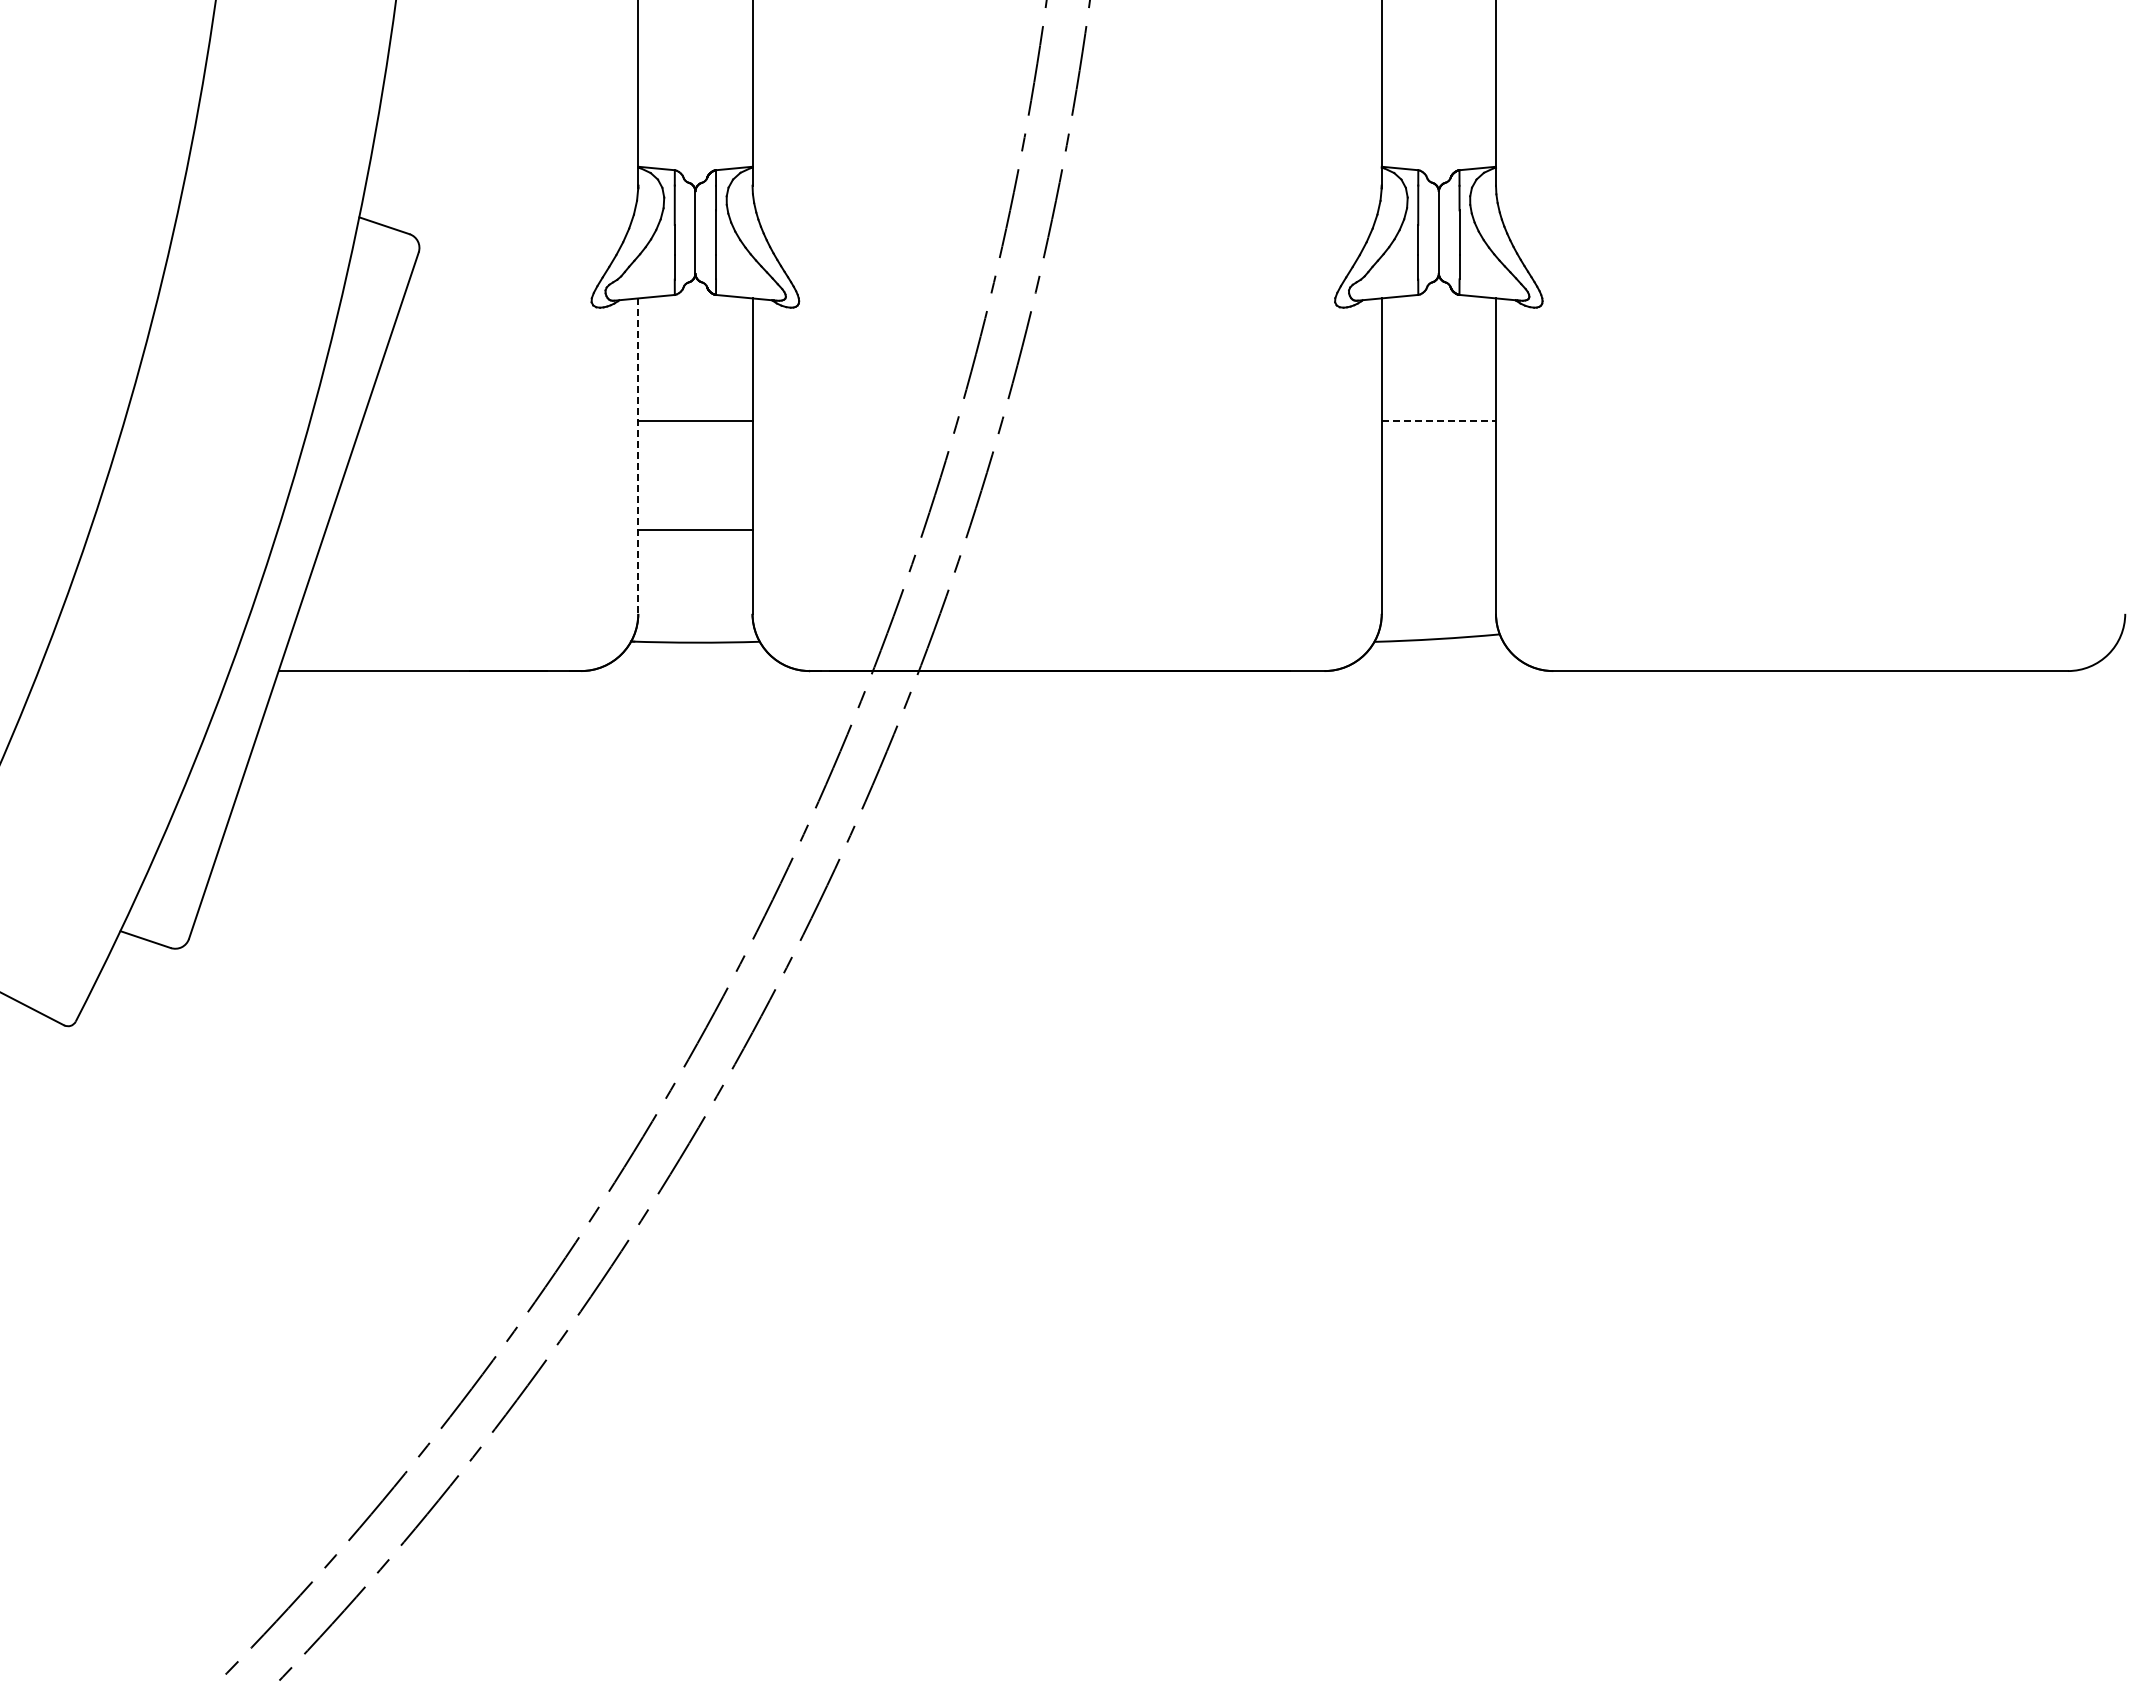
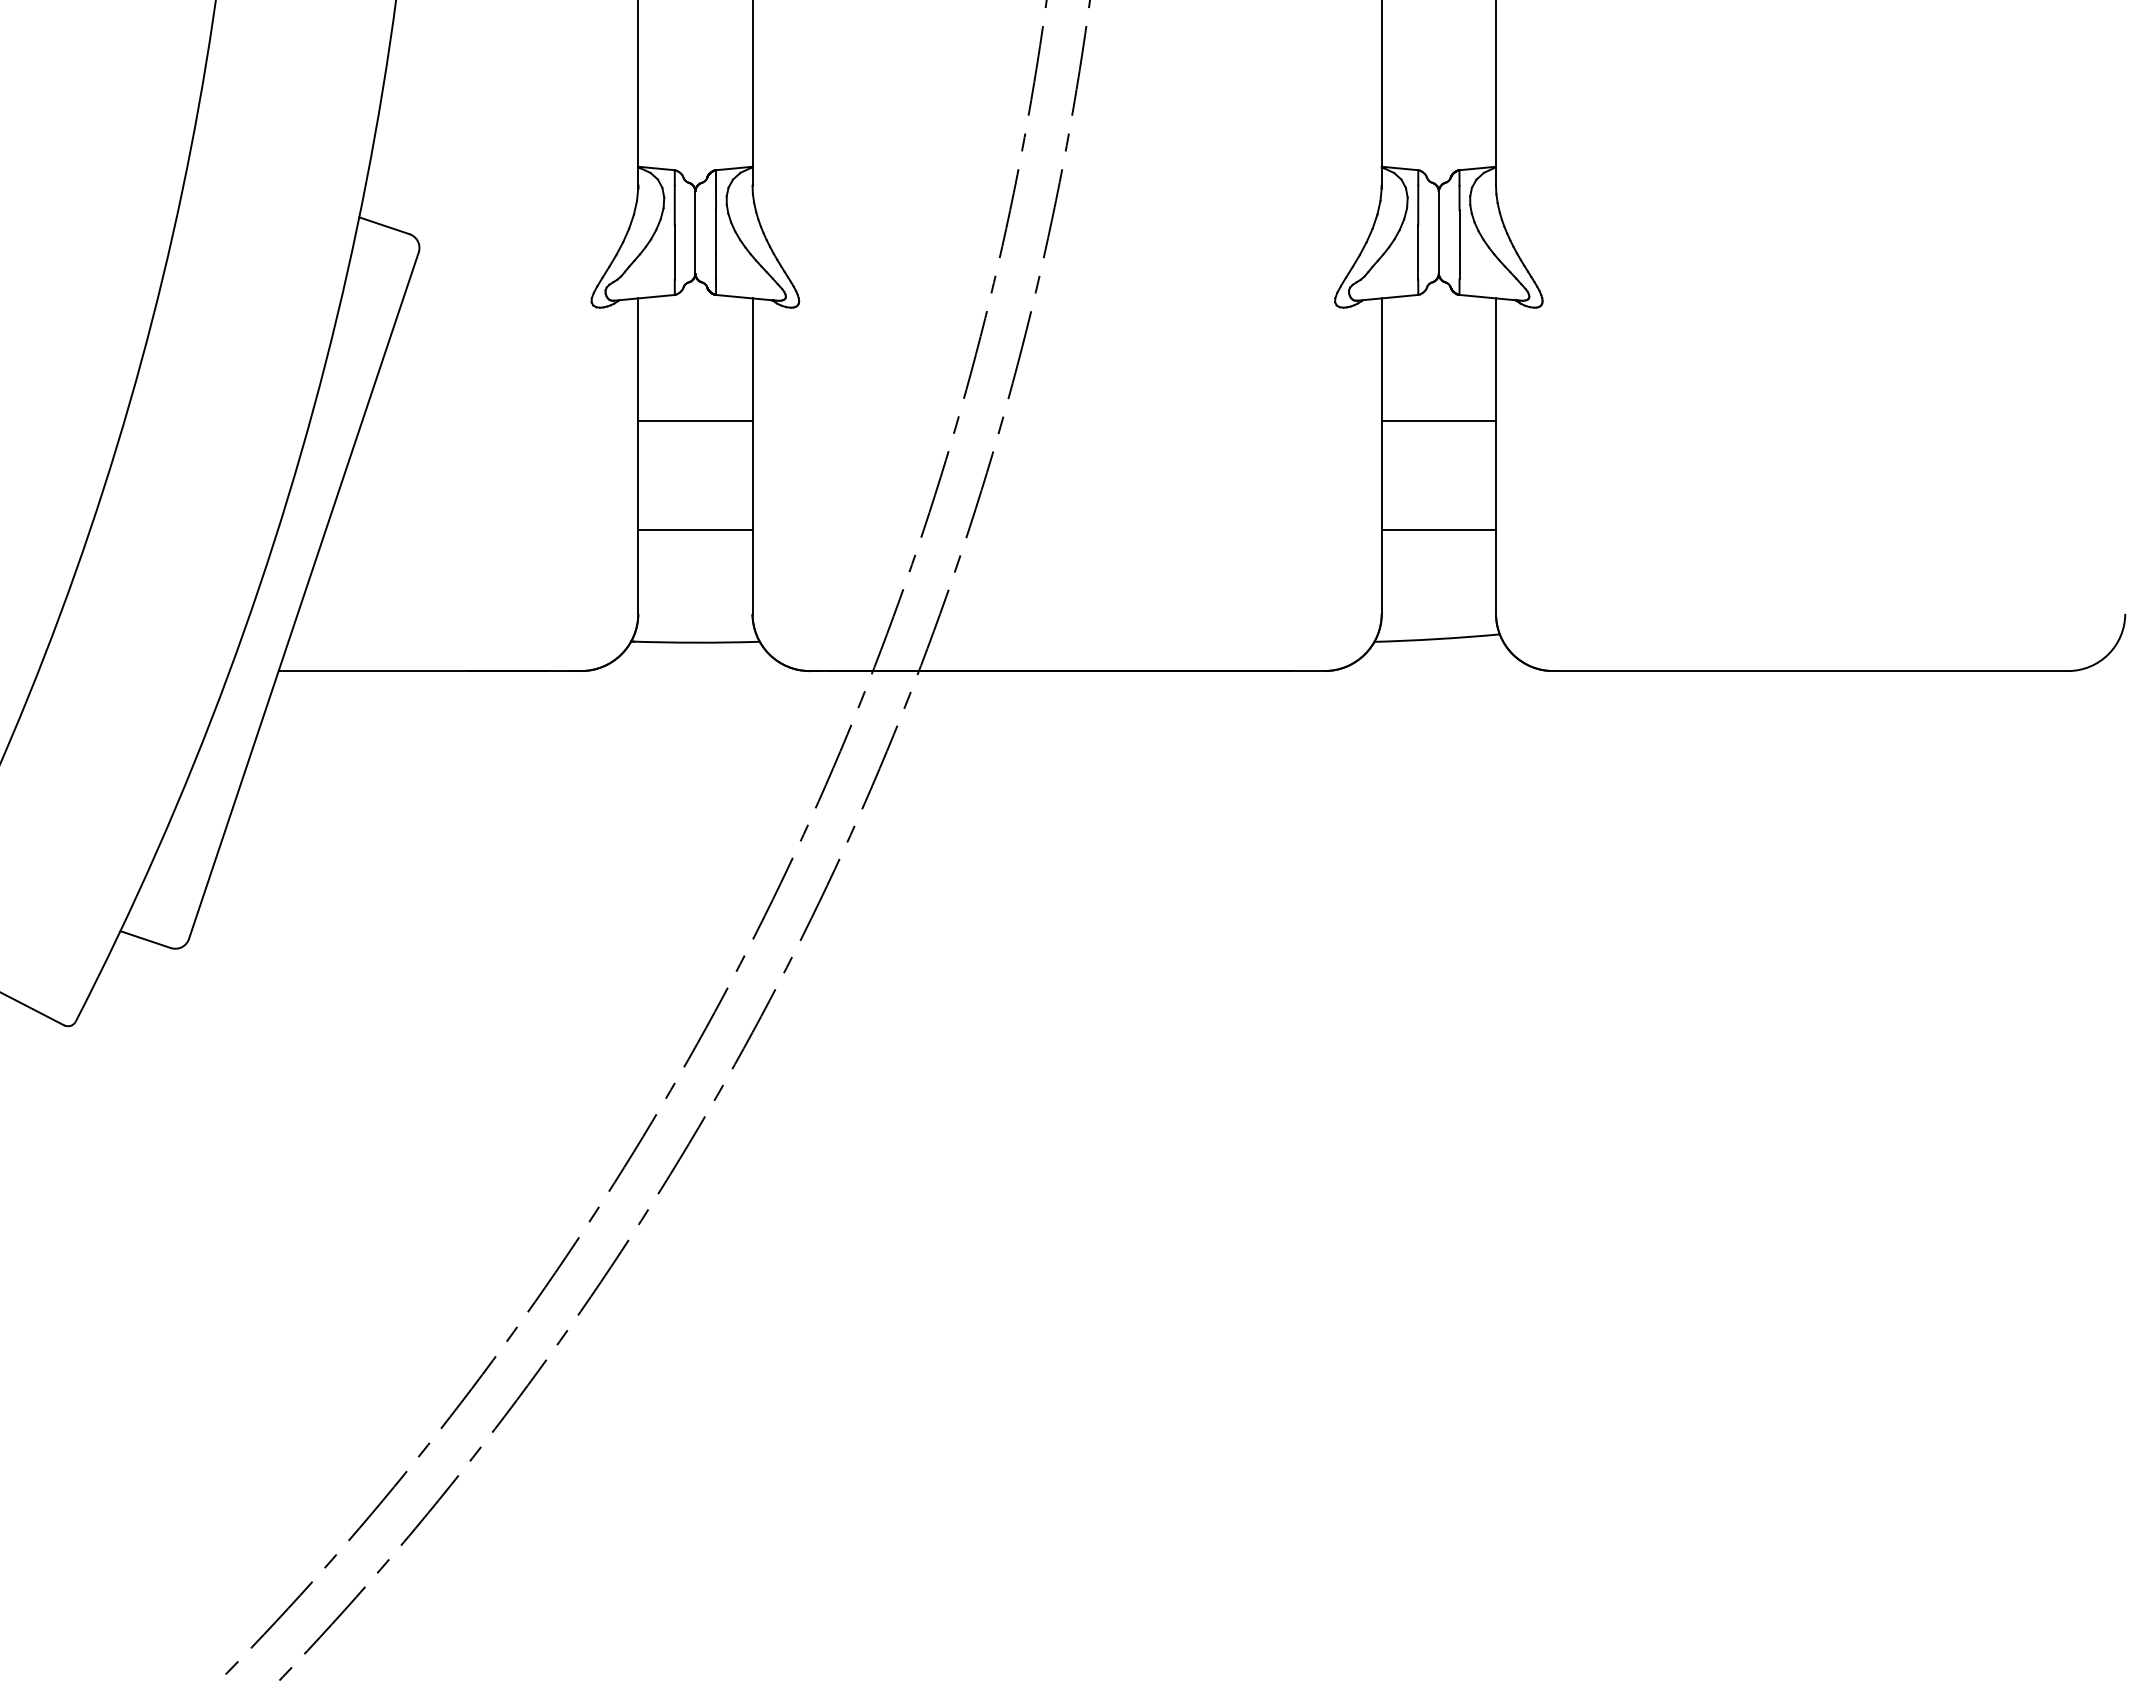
line at (1439, 420): dashed -> solid
line at (638, 456): dashed -> solid
line at (1438, 529): none -> present
